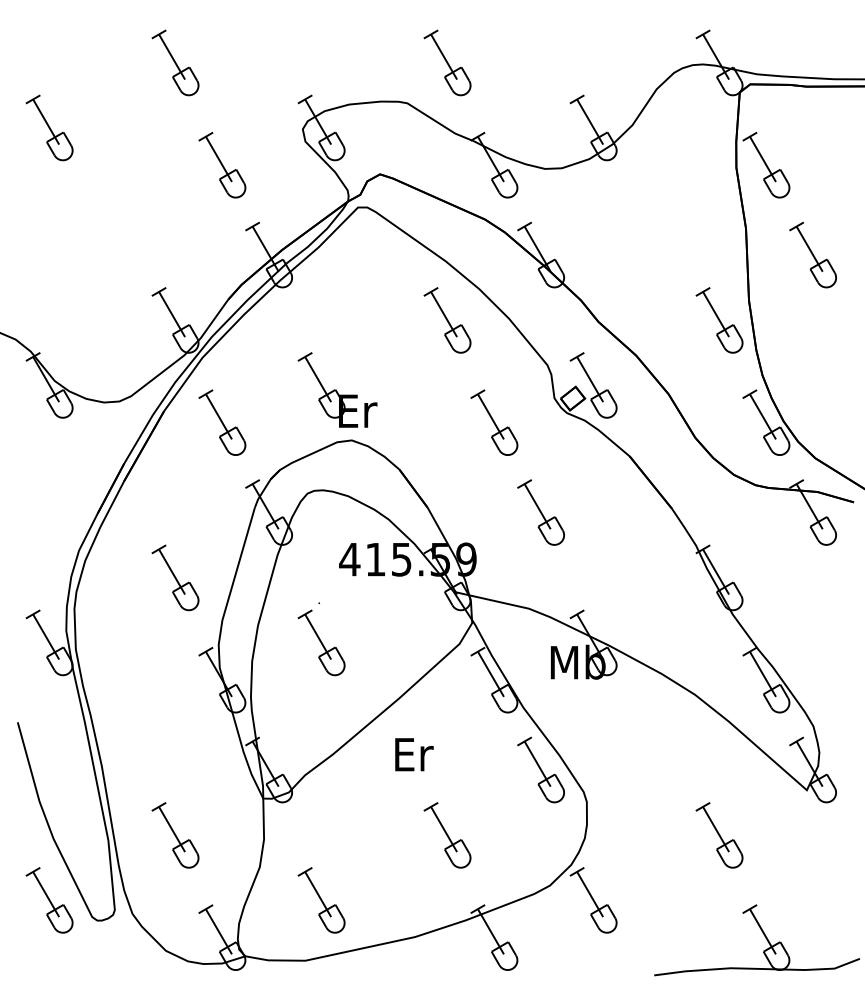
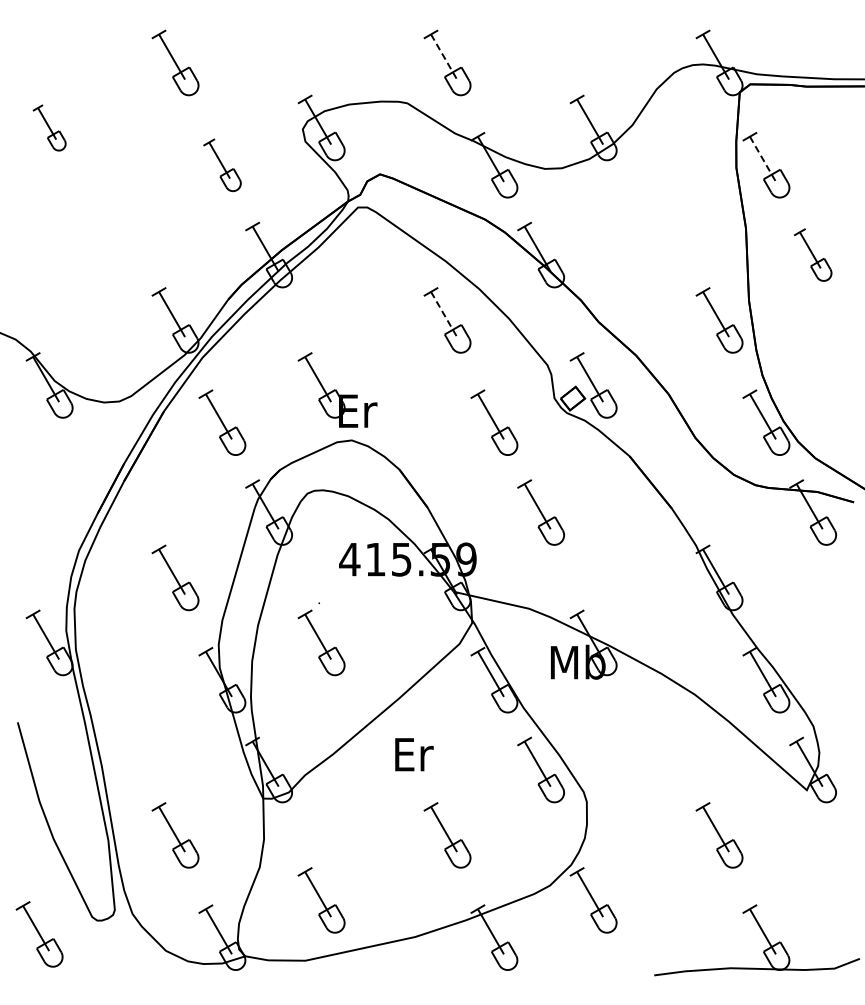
line at (444, 57): solid -> dashed
part at (49, 127) size: 49x68 px -> 35x48 px
line at (763, 159): solid -> dashed
part at (222, 165) size: 49x67 px -> 39x55 px
part at (812, 254) size: 48x68 px -> 39x54 px
line at (444, 314): solid -> dashed
part at (49, 900) position: (49, 900) -> (39, 934)
